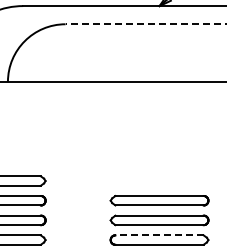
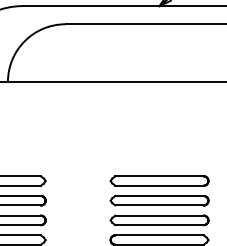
line at (145, 24): dashed -> solid
part at (159, 180): none -> present
line at (159, 235): dashed -> solid
